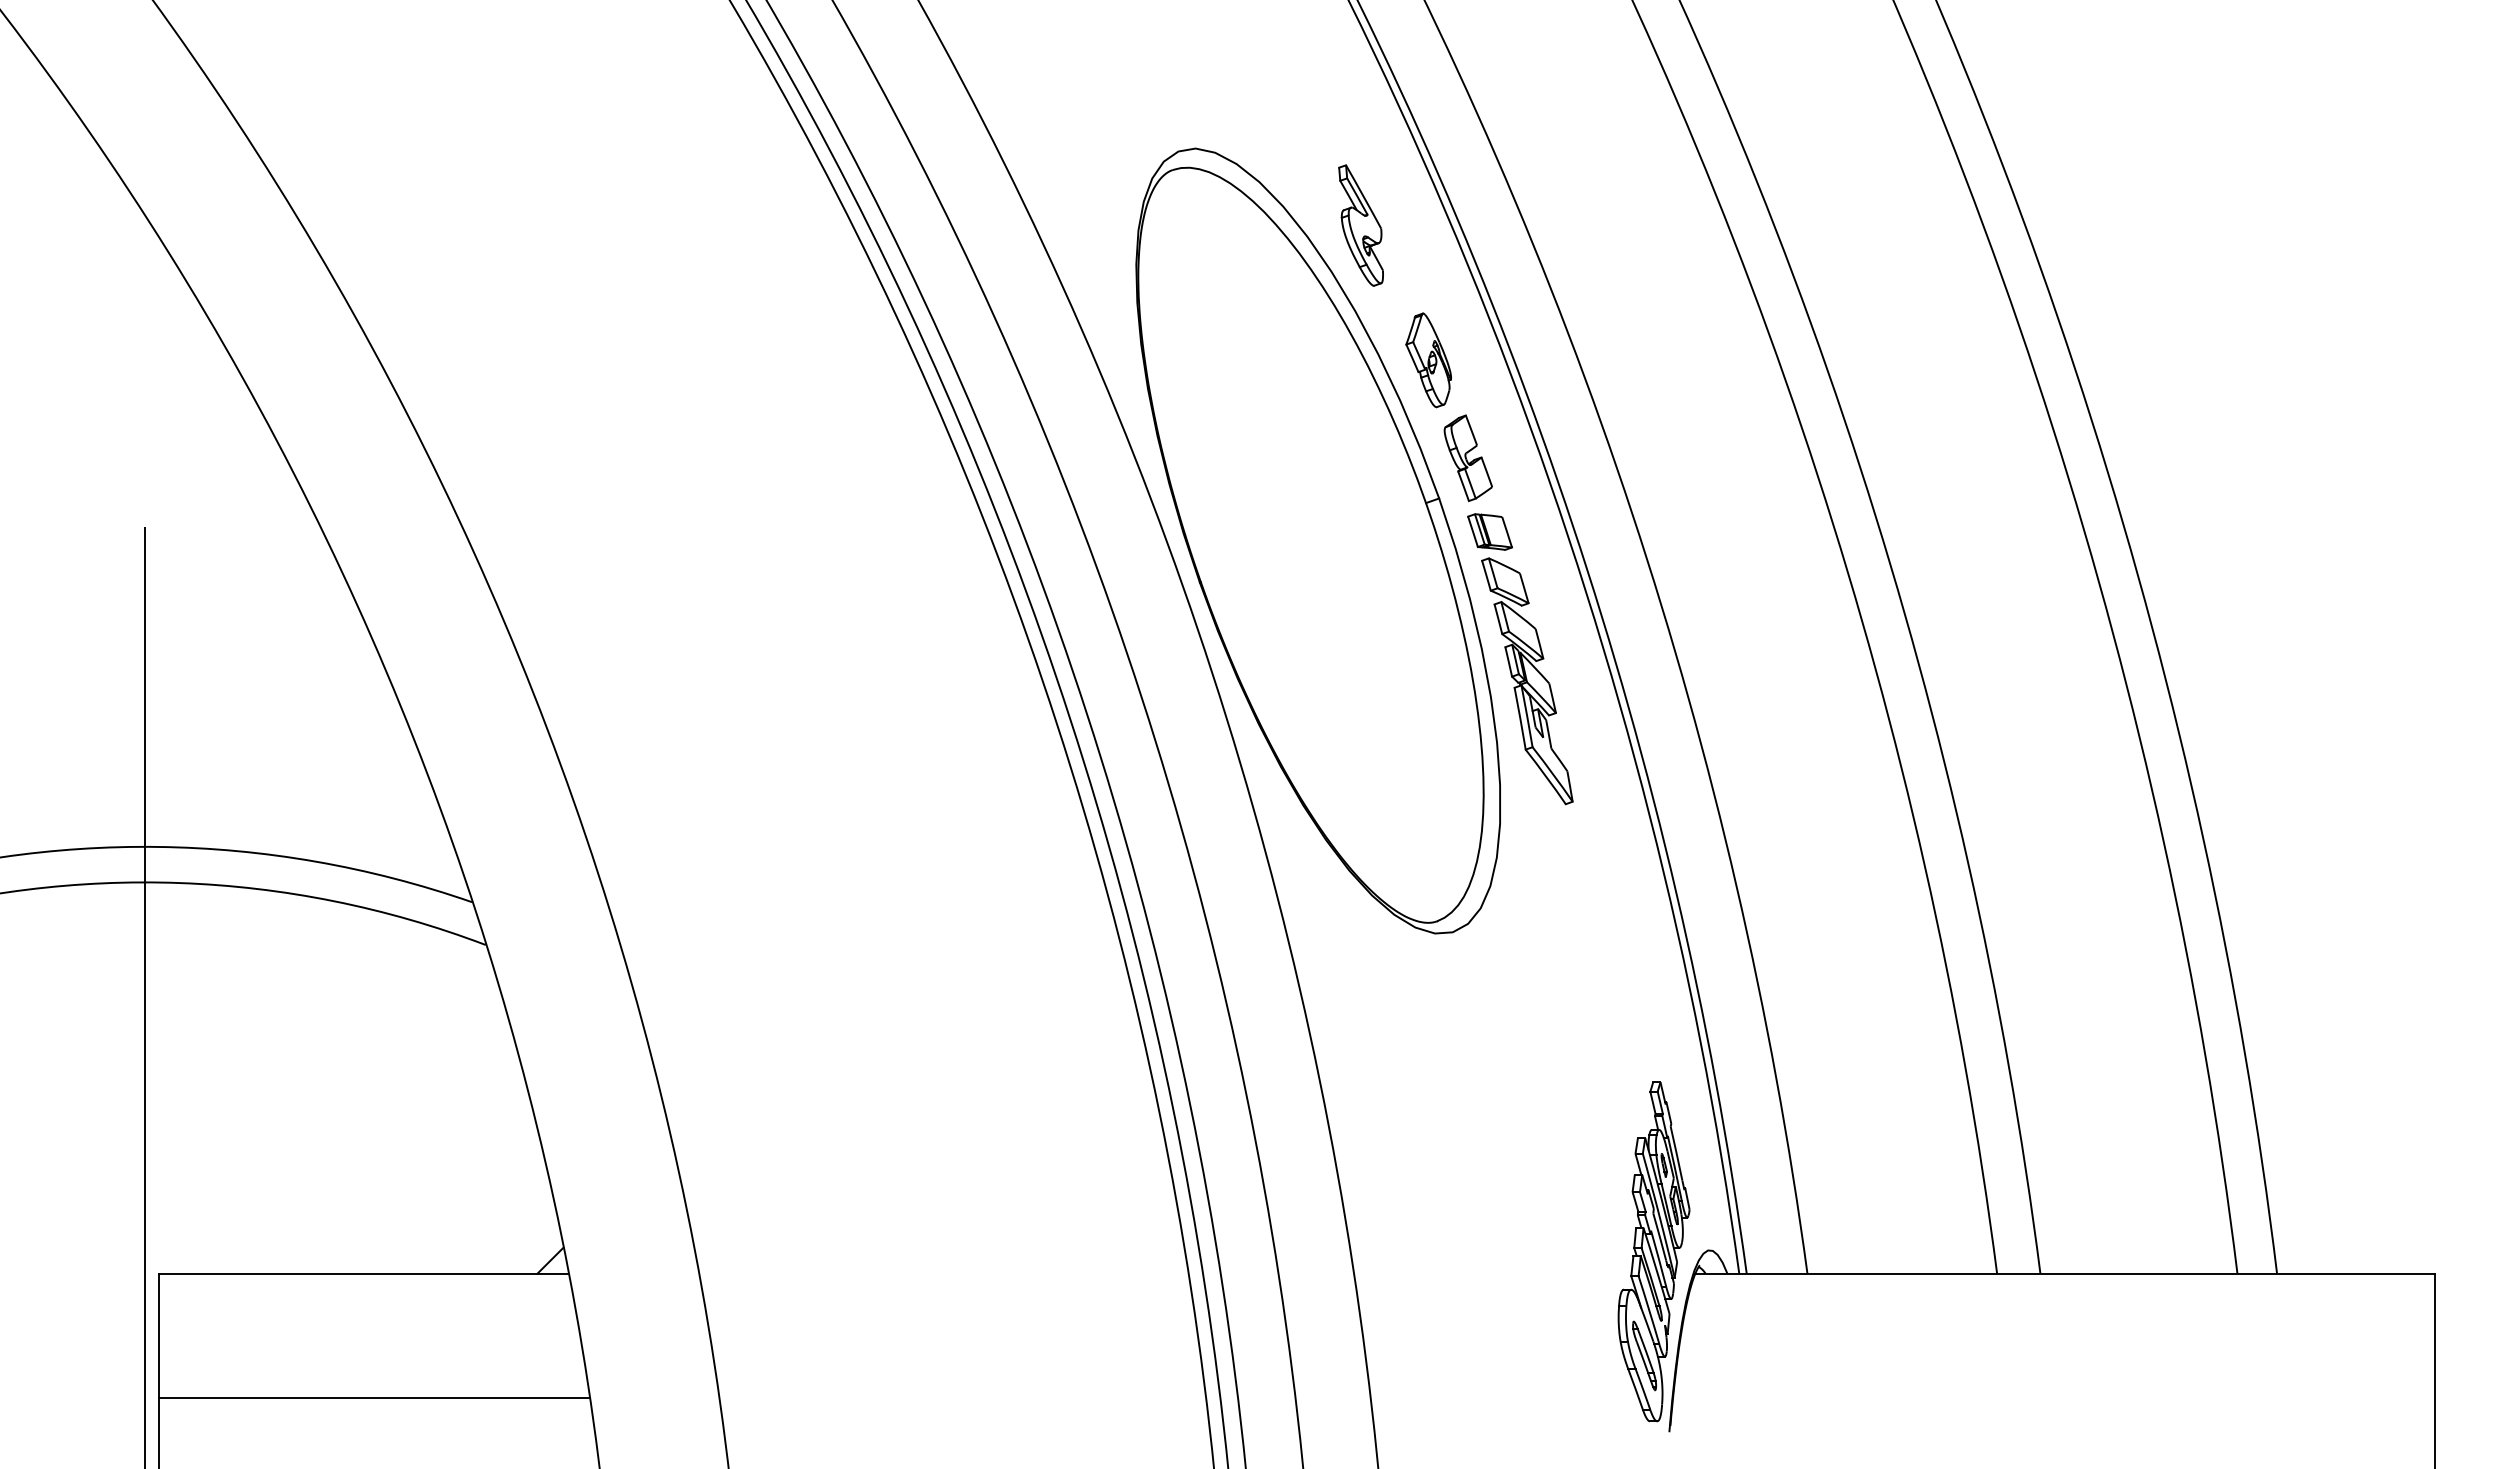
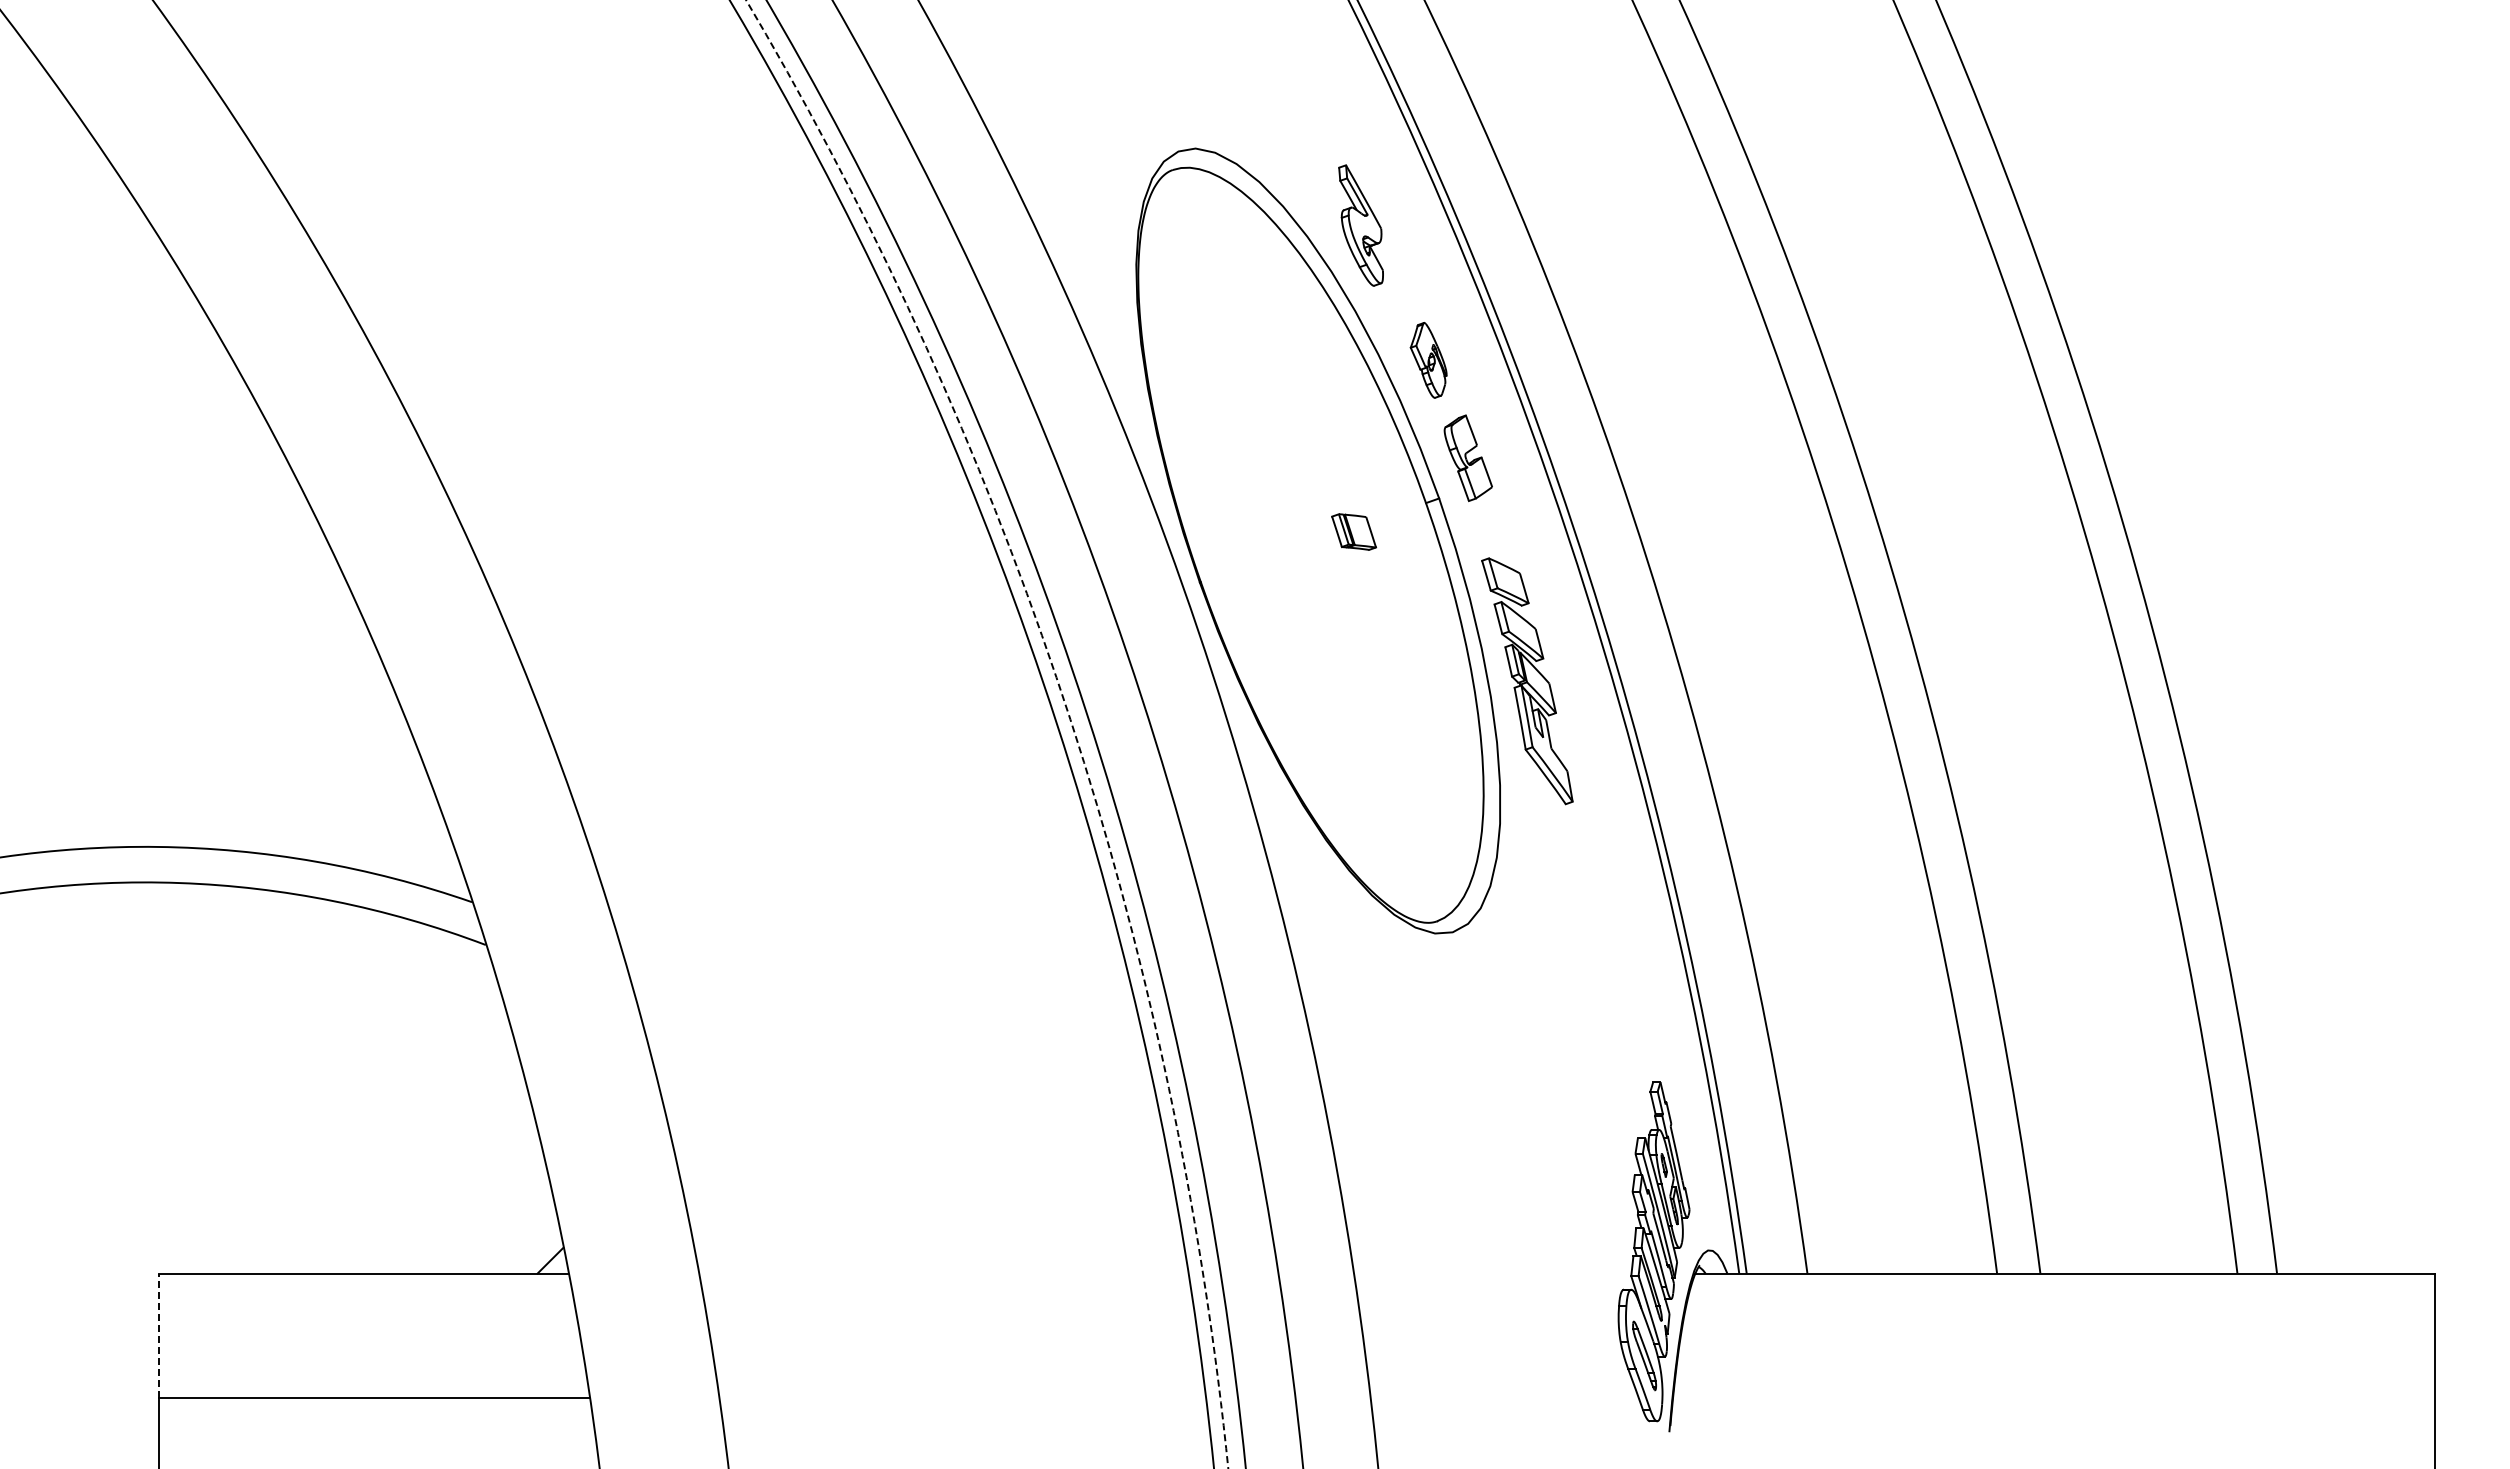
part at (1428, 360) size: 47x97 px -> 39x77 px
part at (1489, 531) position: (1489, 531) -> (1353, 531)
circle at (986, 734): solid -> dashed
line at (144, 995): present -> none
line at (159, 1335): solid -> dashed
